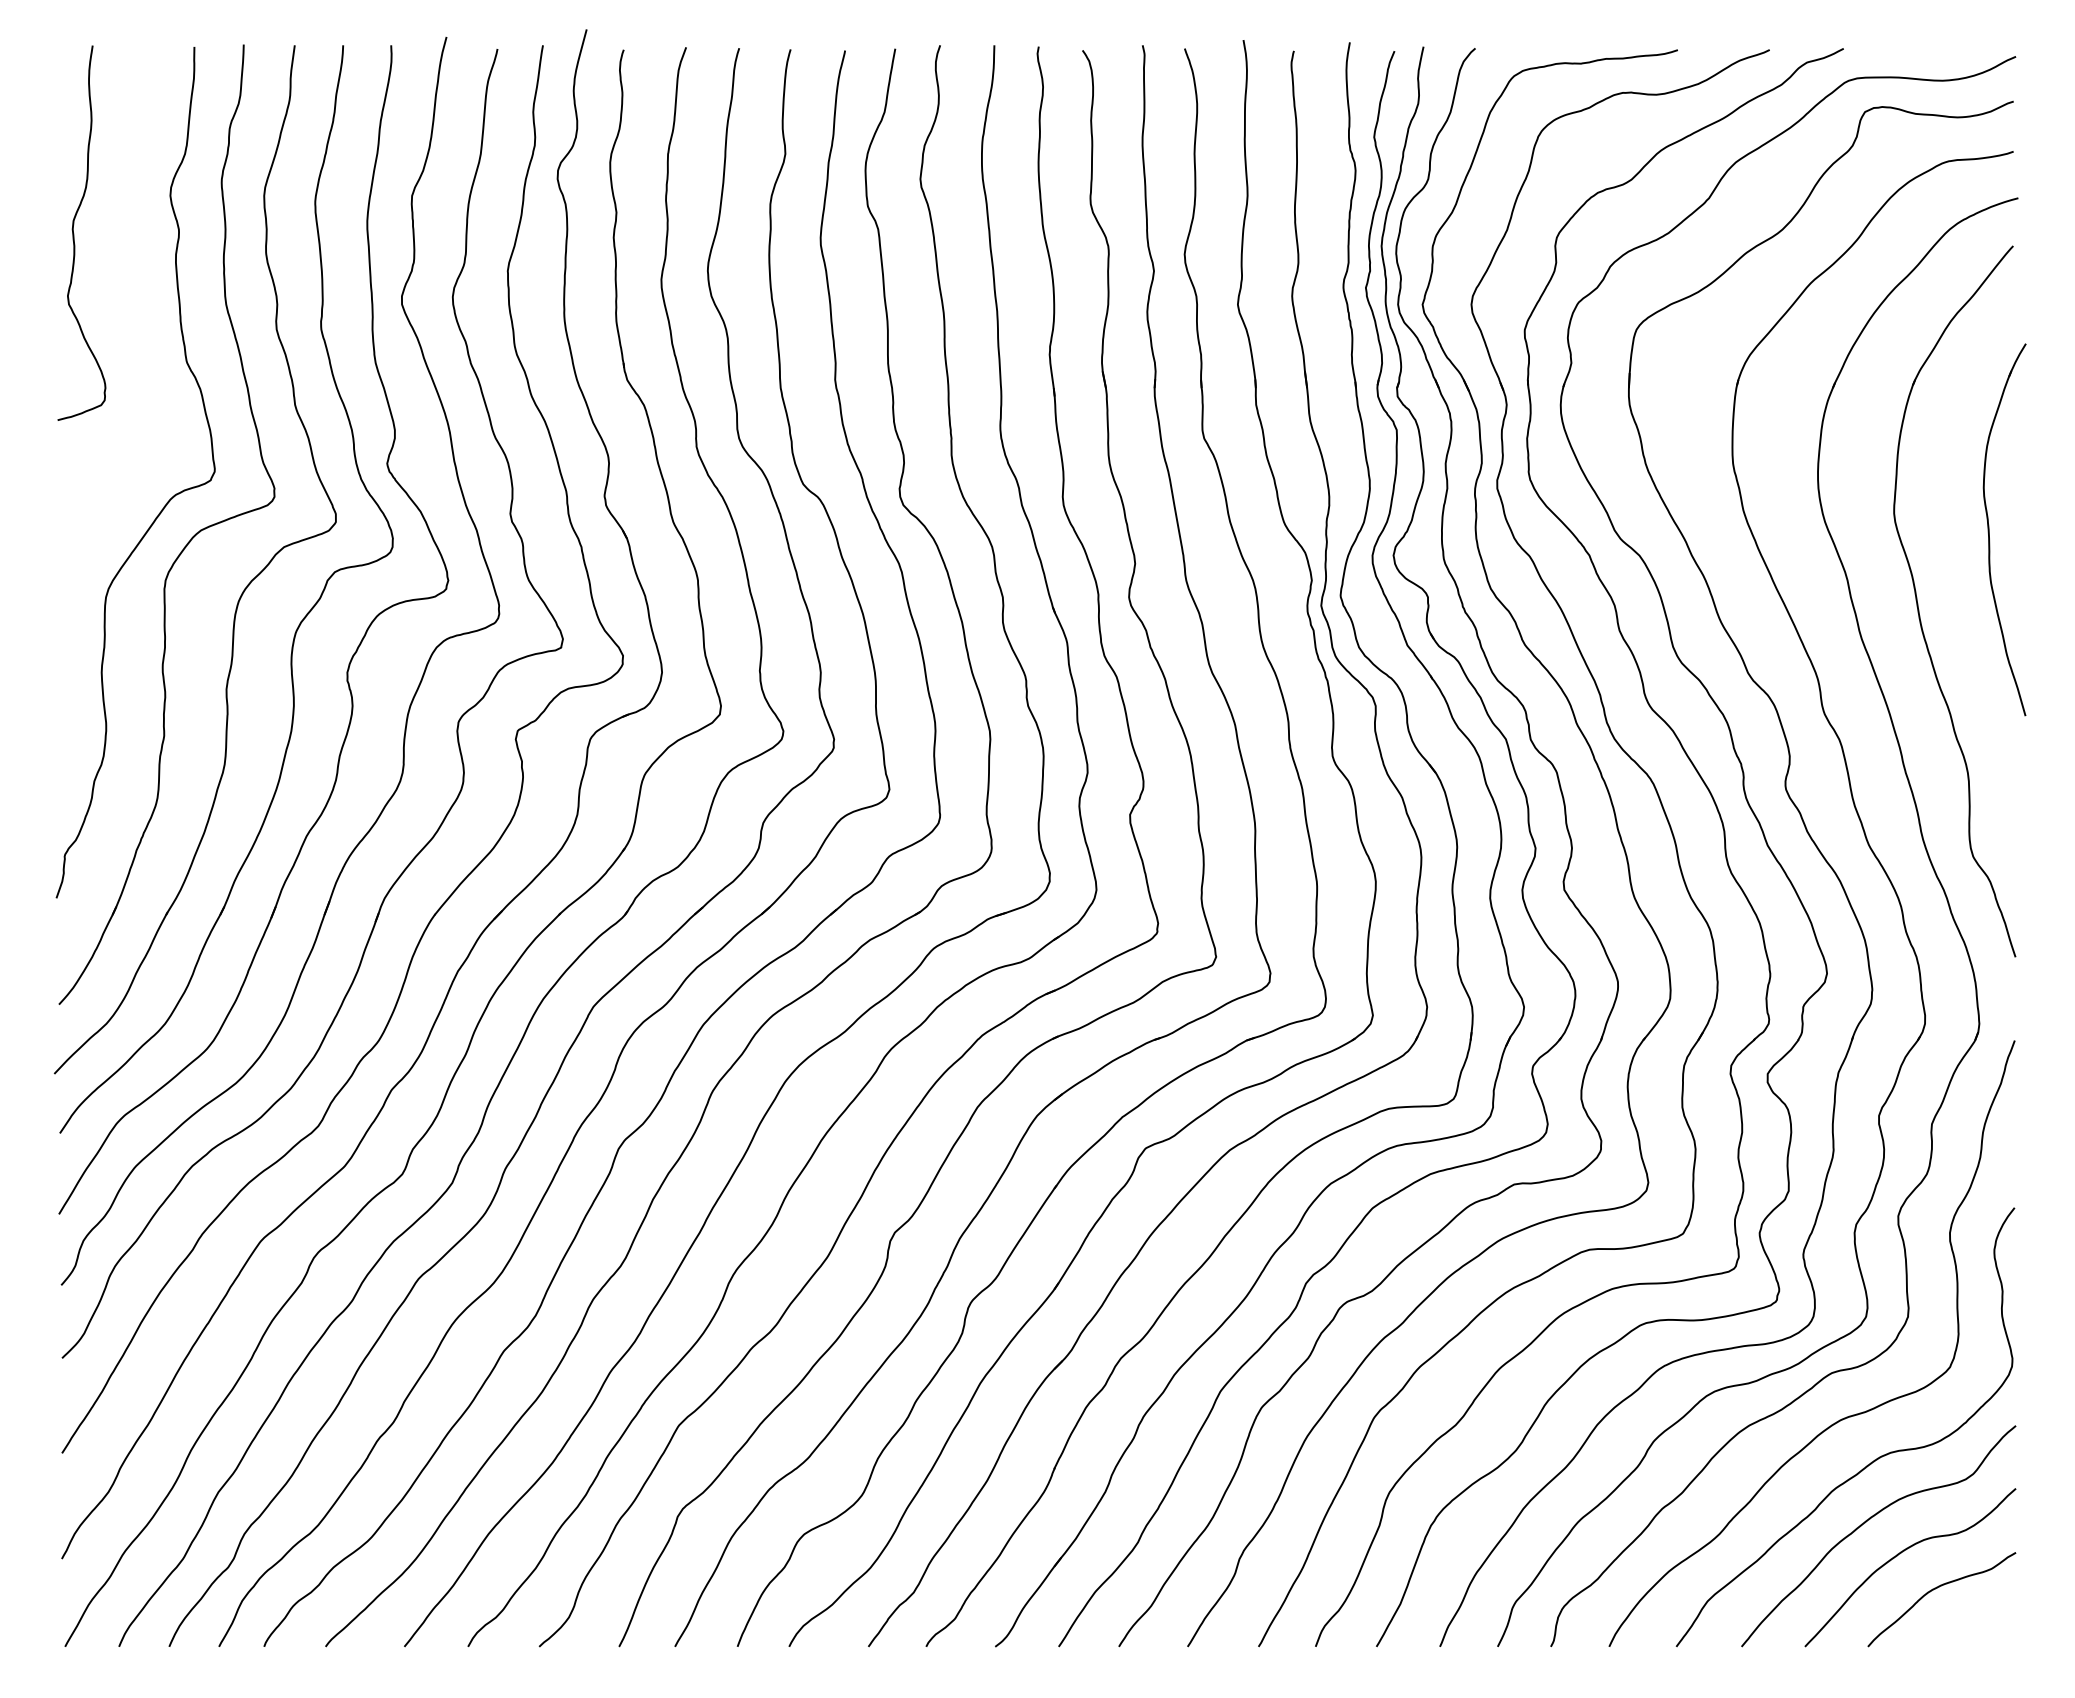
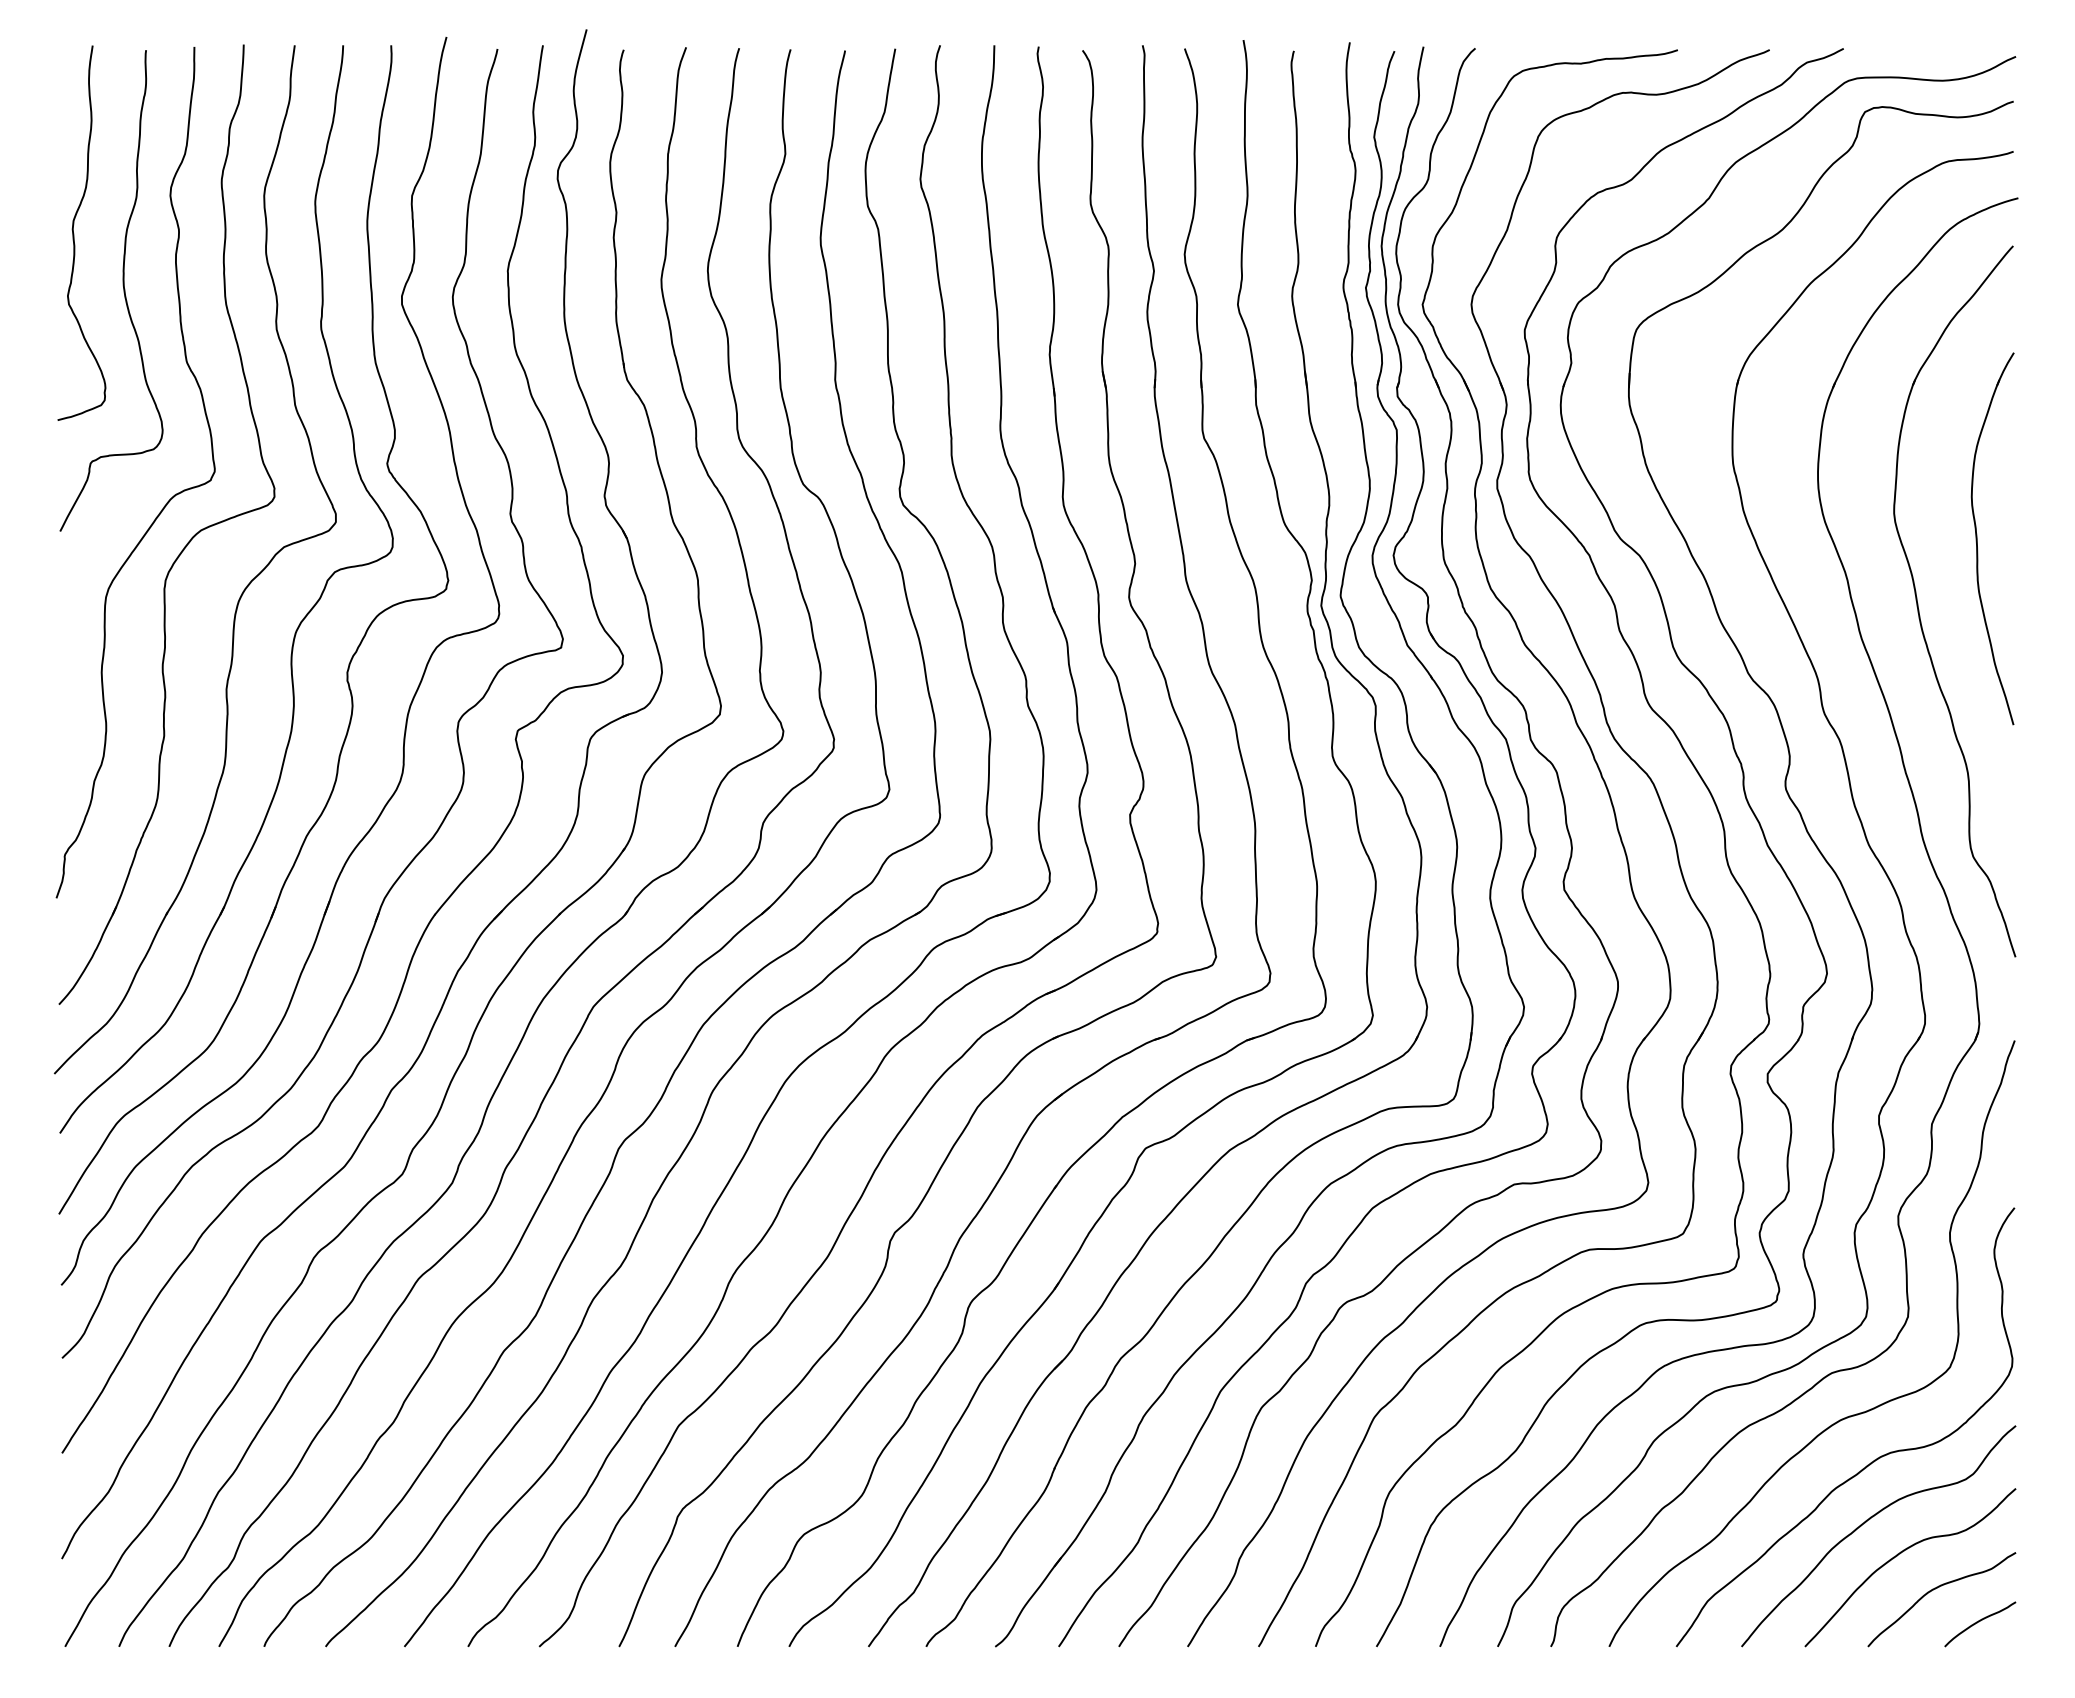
curve at (123, 290): none -> present
part at (1989, 529) position: (1989, 529) -> (1977, 538)
curve at (1979, 1622): none -> present
